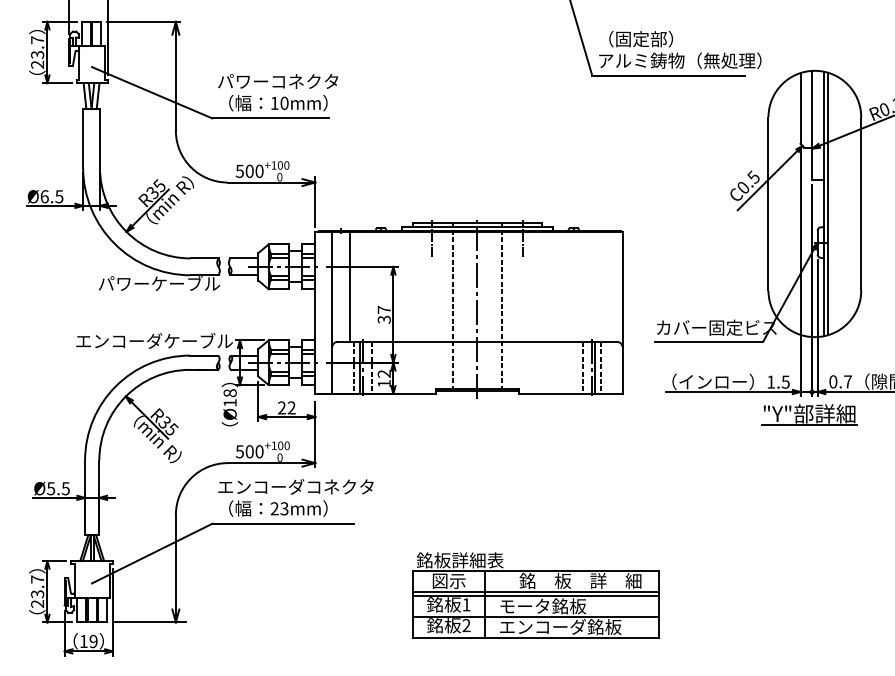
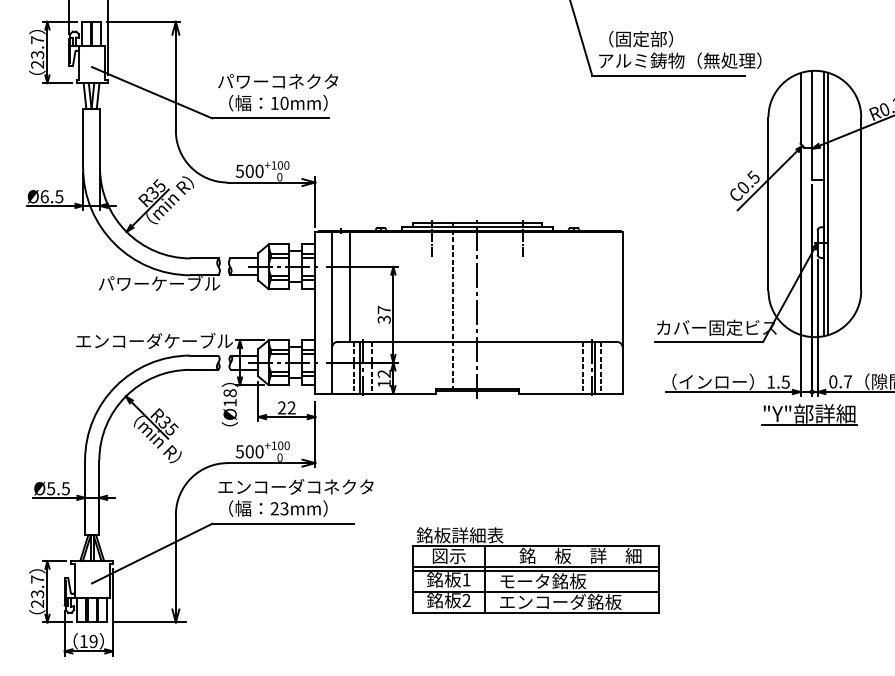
line at (502, 306): present -> none
part at (535, 595) position: (535, 595) -> (535, 570)
